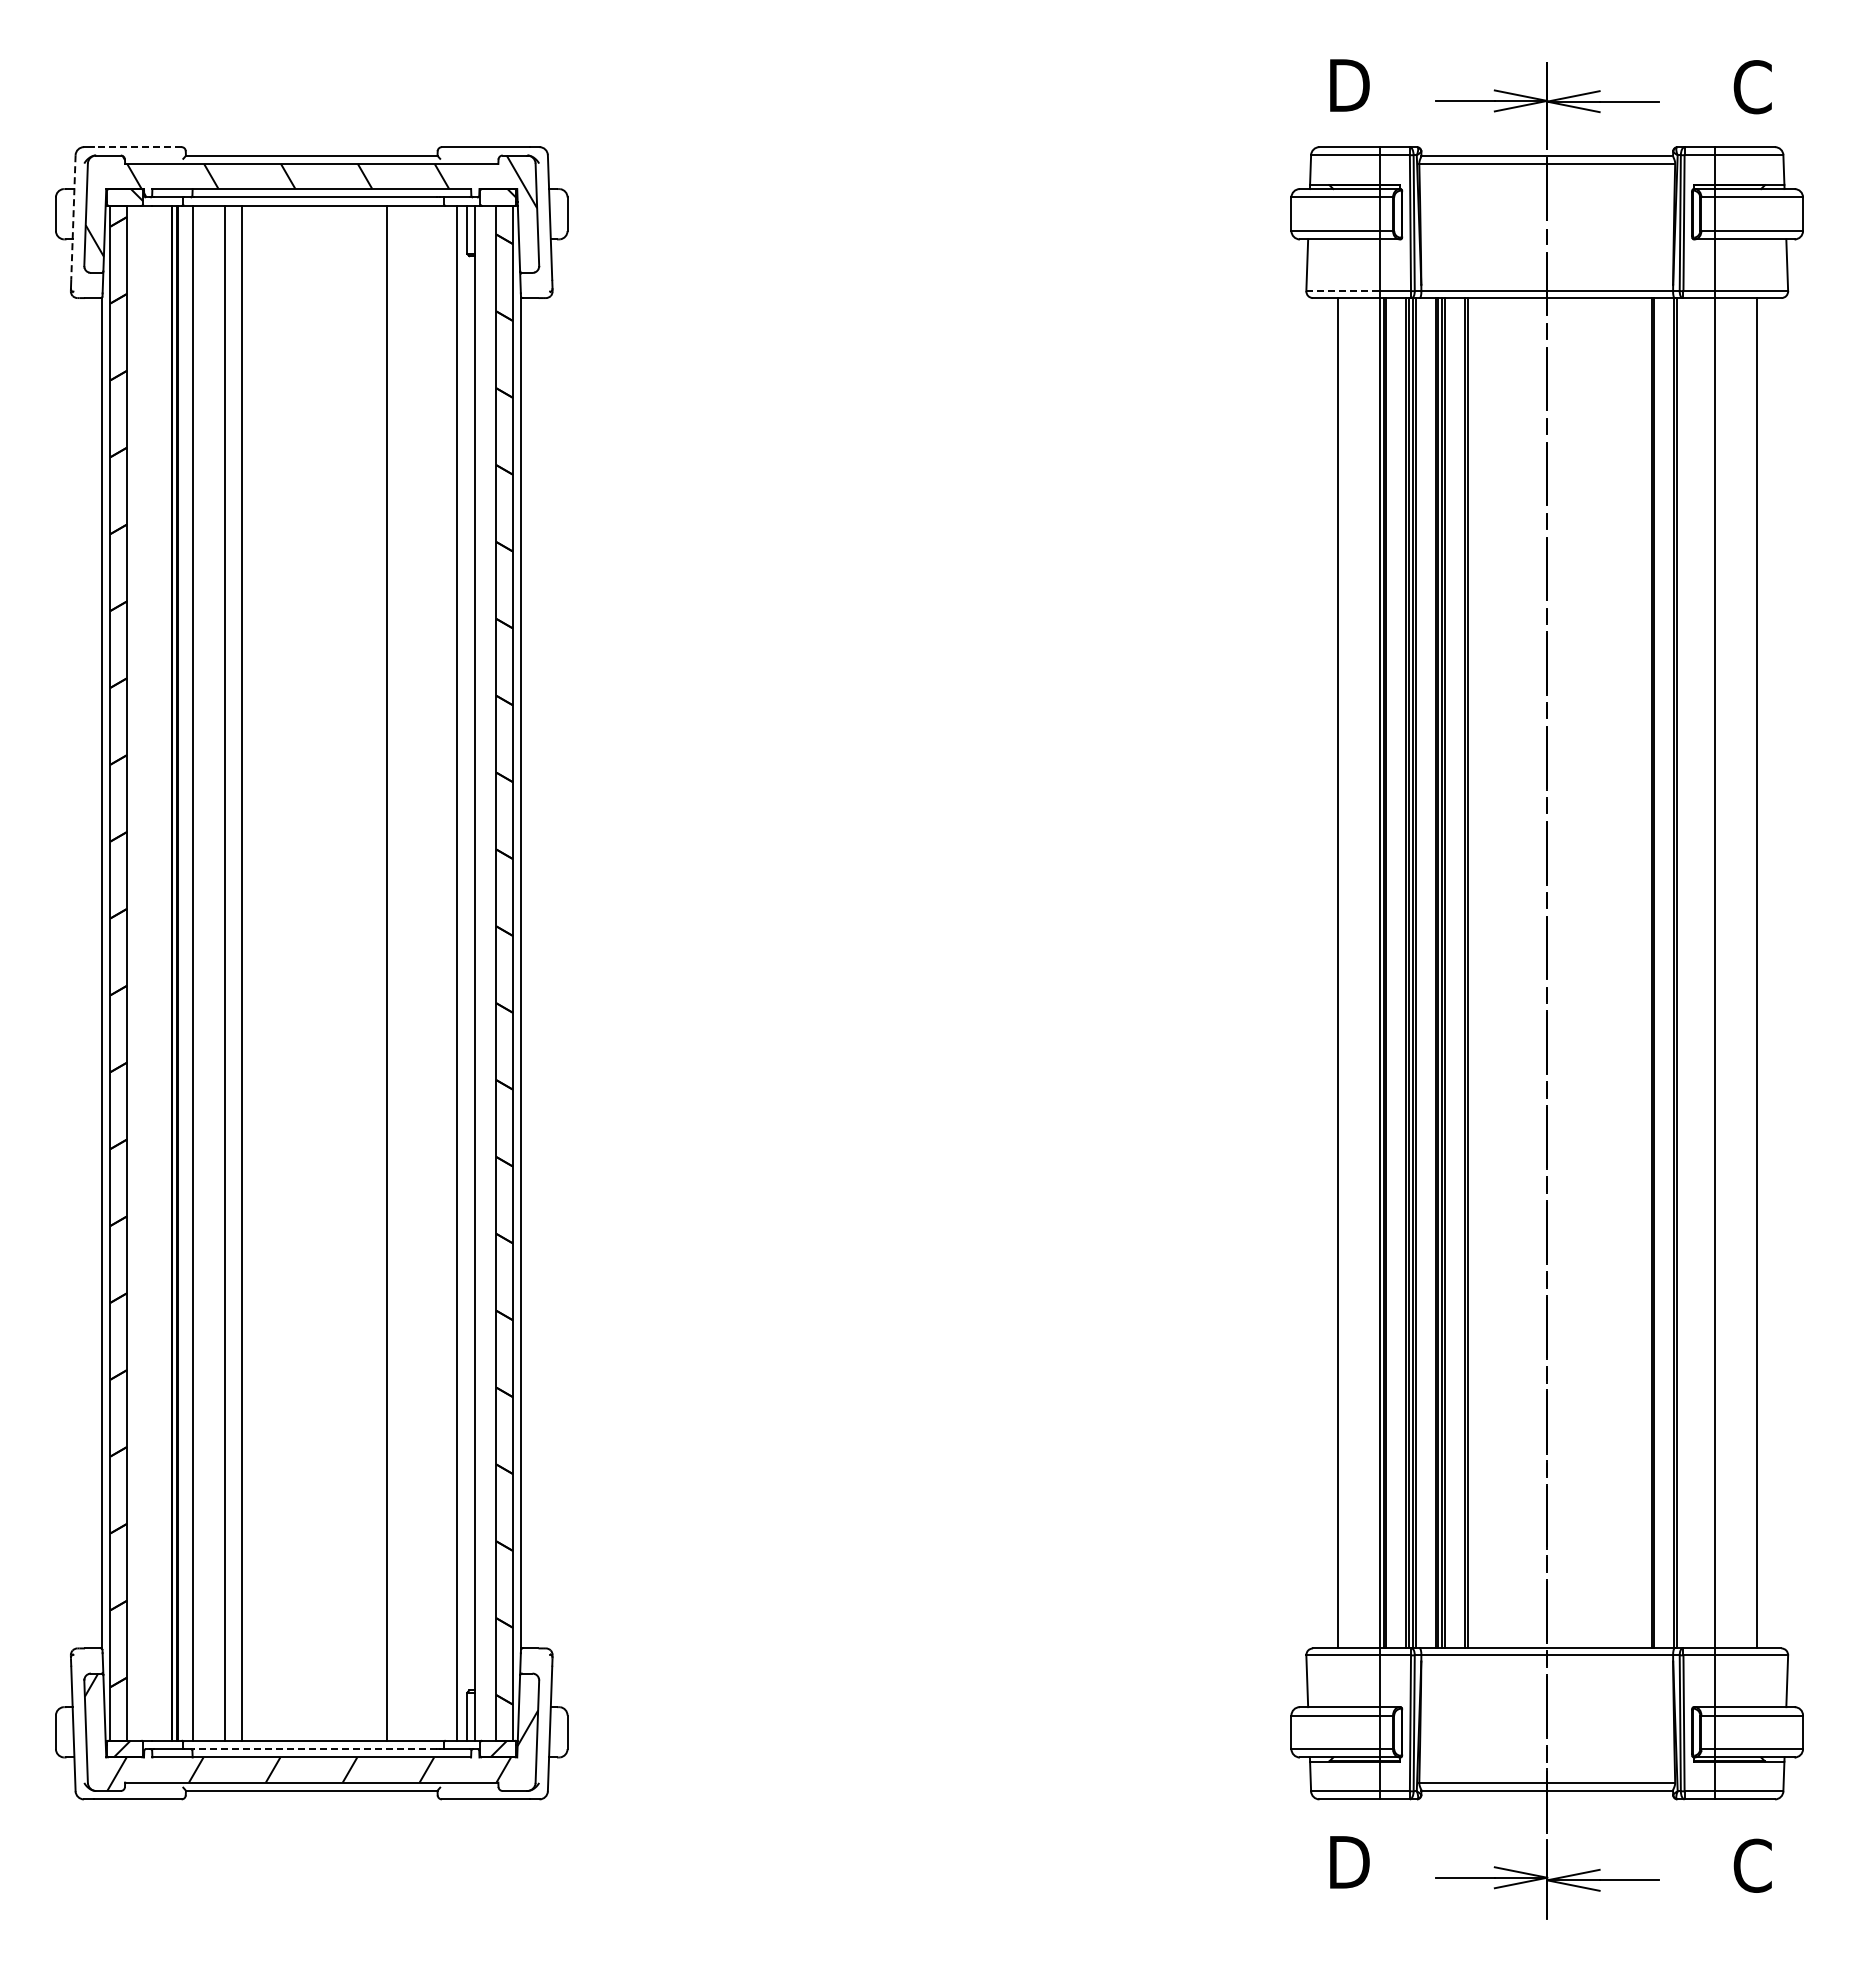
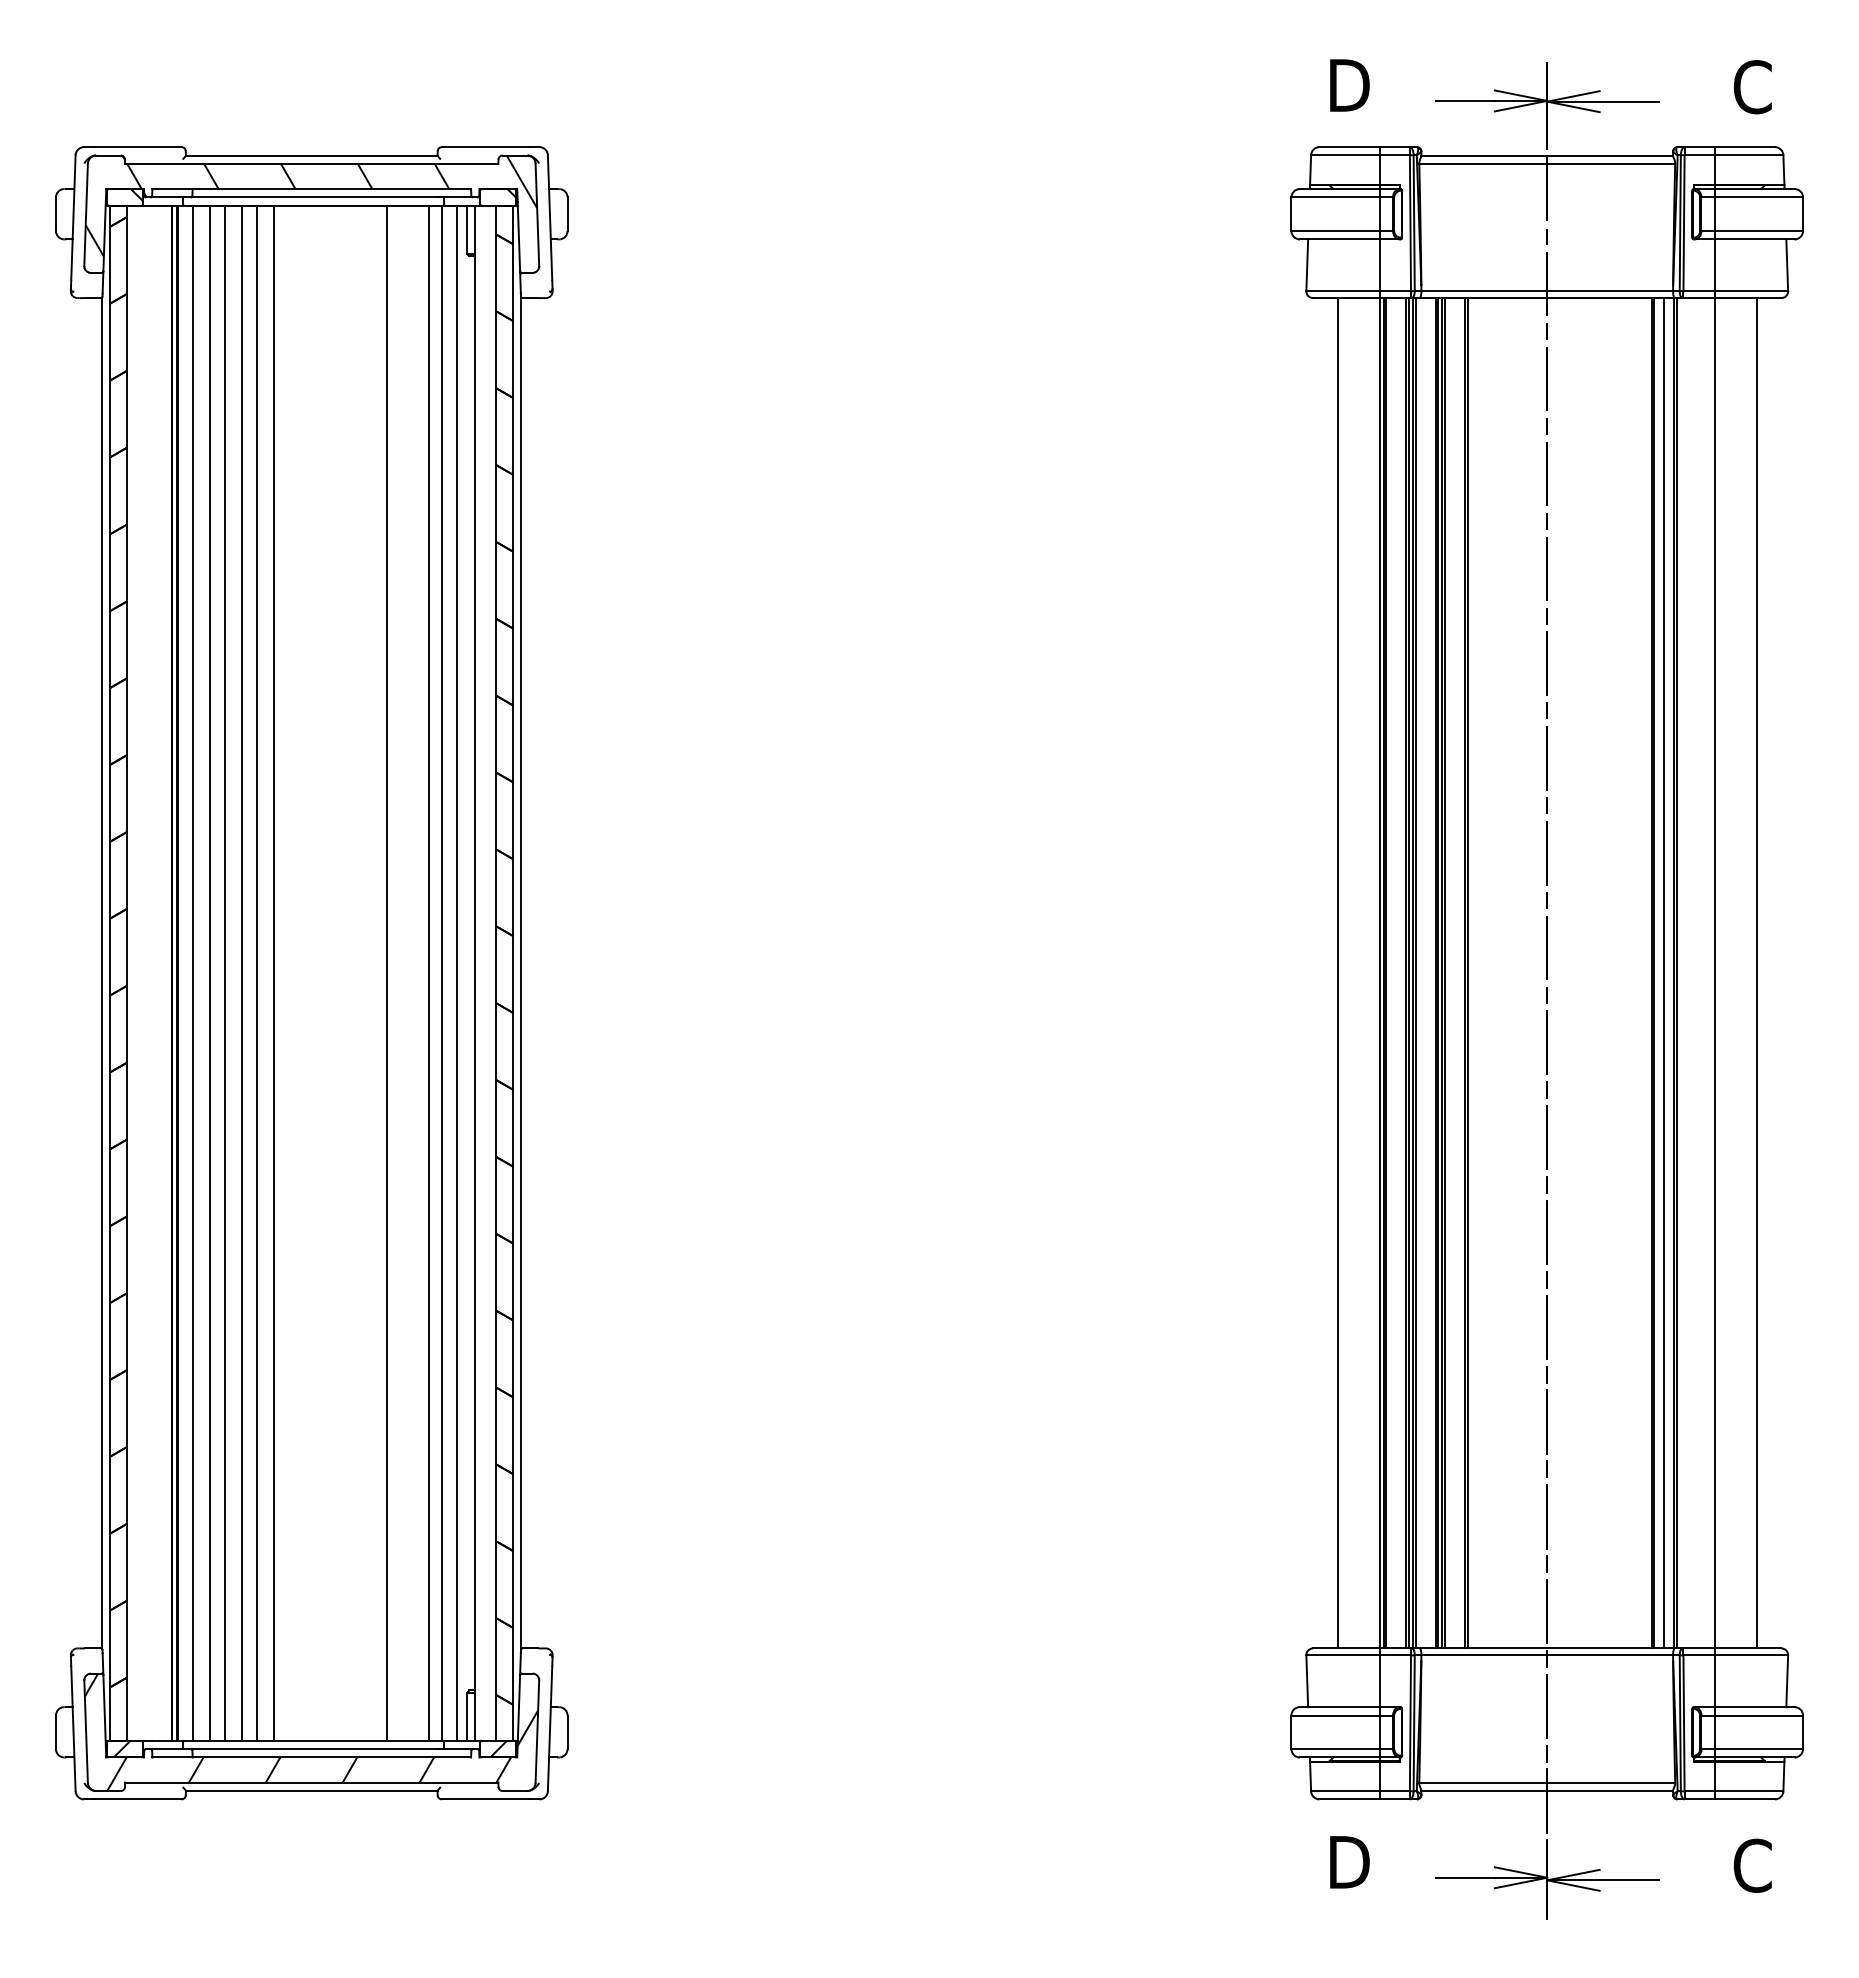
line at (137, 147): dashed -> solid
line at (73, 218): dashed -> solid
line at (1342, 291): dashed -> solid
line at (210, 972): none -> present
line at (257, 972): none -> present
line at (274, 972): none -> present
line at (428, 972): none -> present
line at (442, 972): none -> present
line at (1664, 973): none -> present
line at (315, 1749): dashed -> solid
